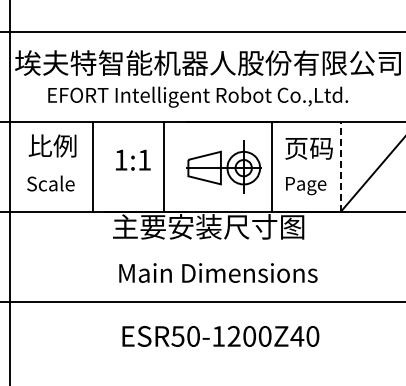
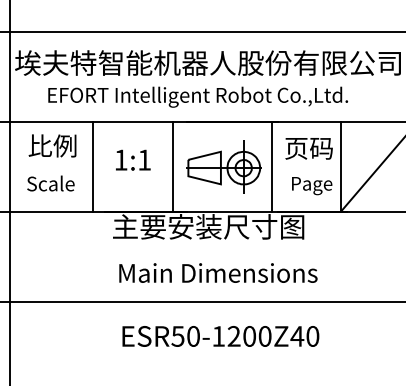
line at (164, 166) position: (164, 166) -> (173, 166)
line at (340, 166): dashed -> solid
text at (306, 186) position: (306, 186) -> (312, 186)
